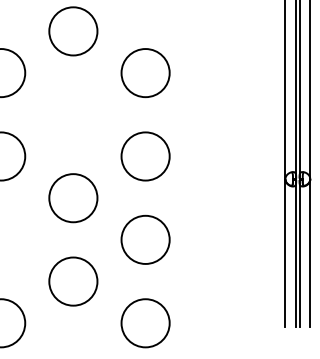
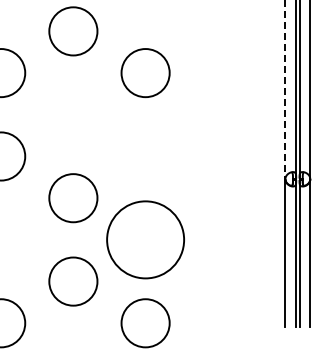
line at (285, 89): solid -> dashed
circle at (145, 156): present -> none
circle at (145, 239) diameter: 48 px -> 77 px
